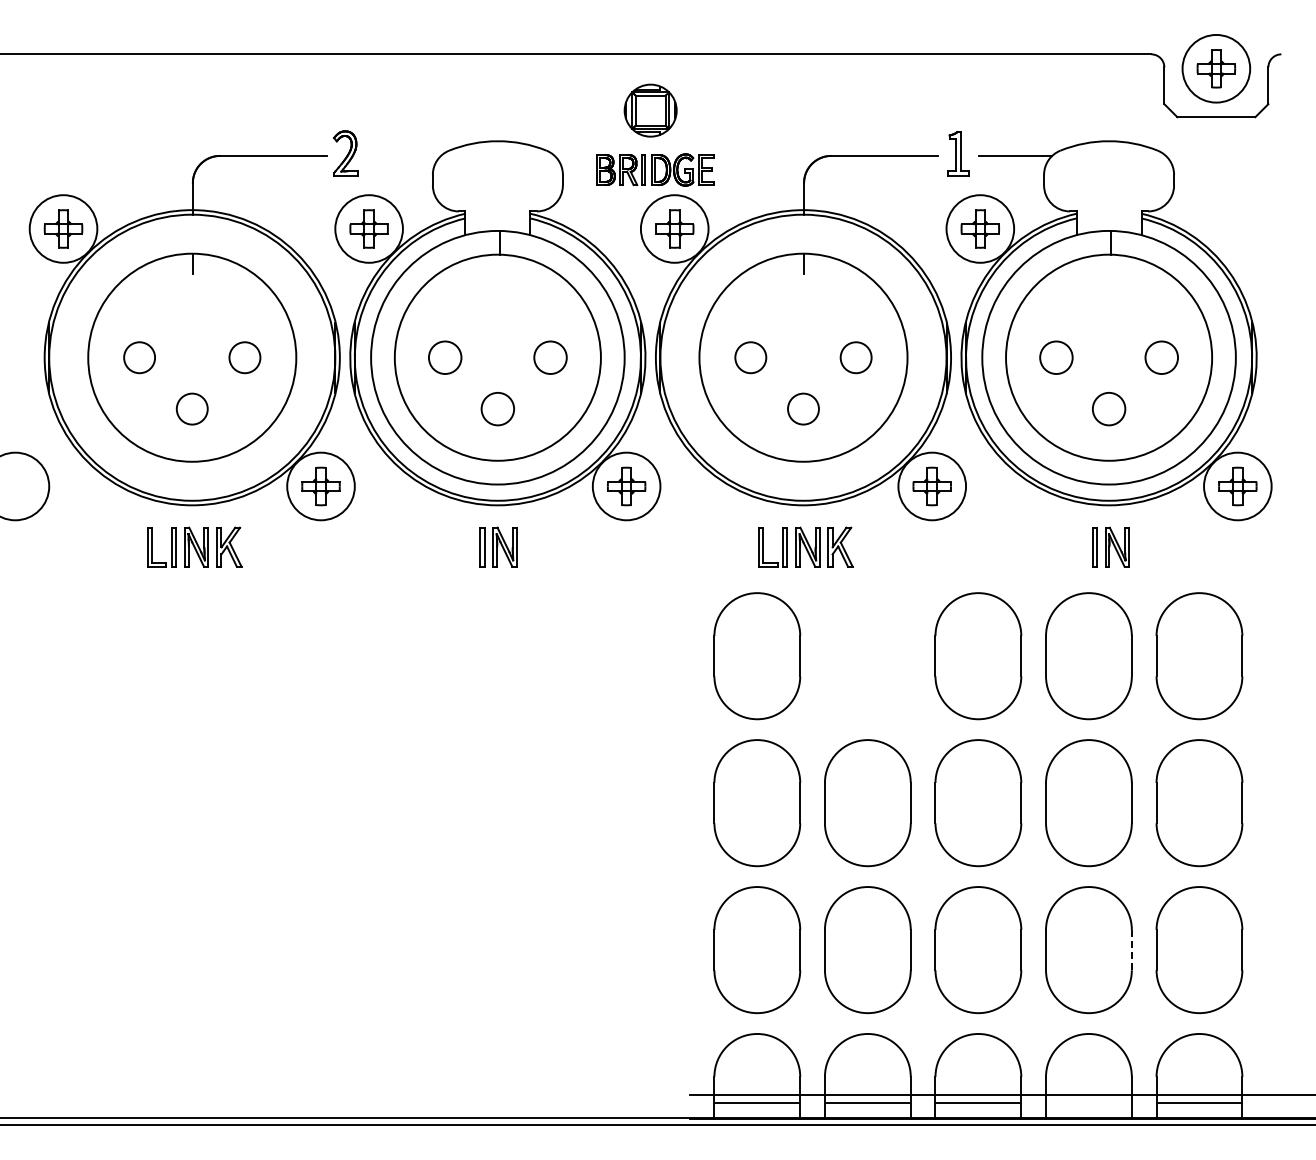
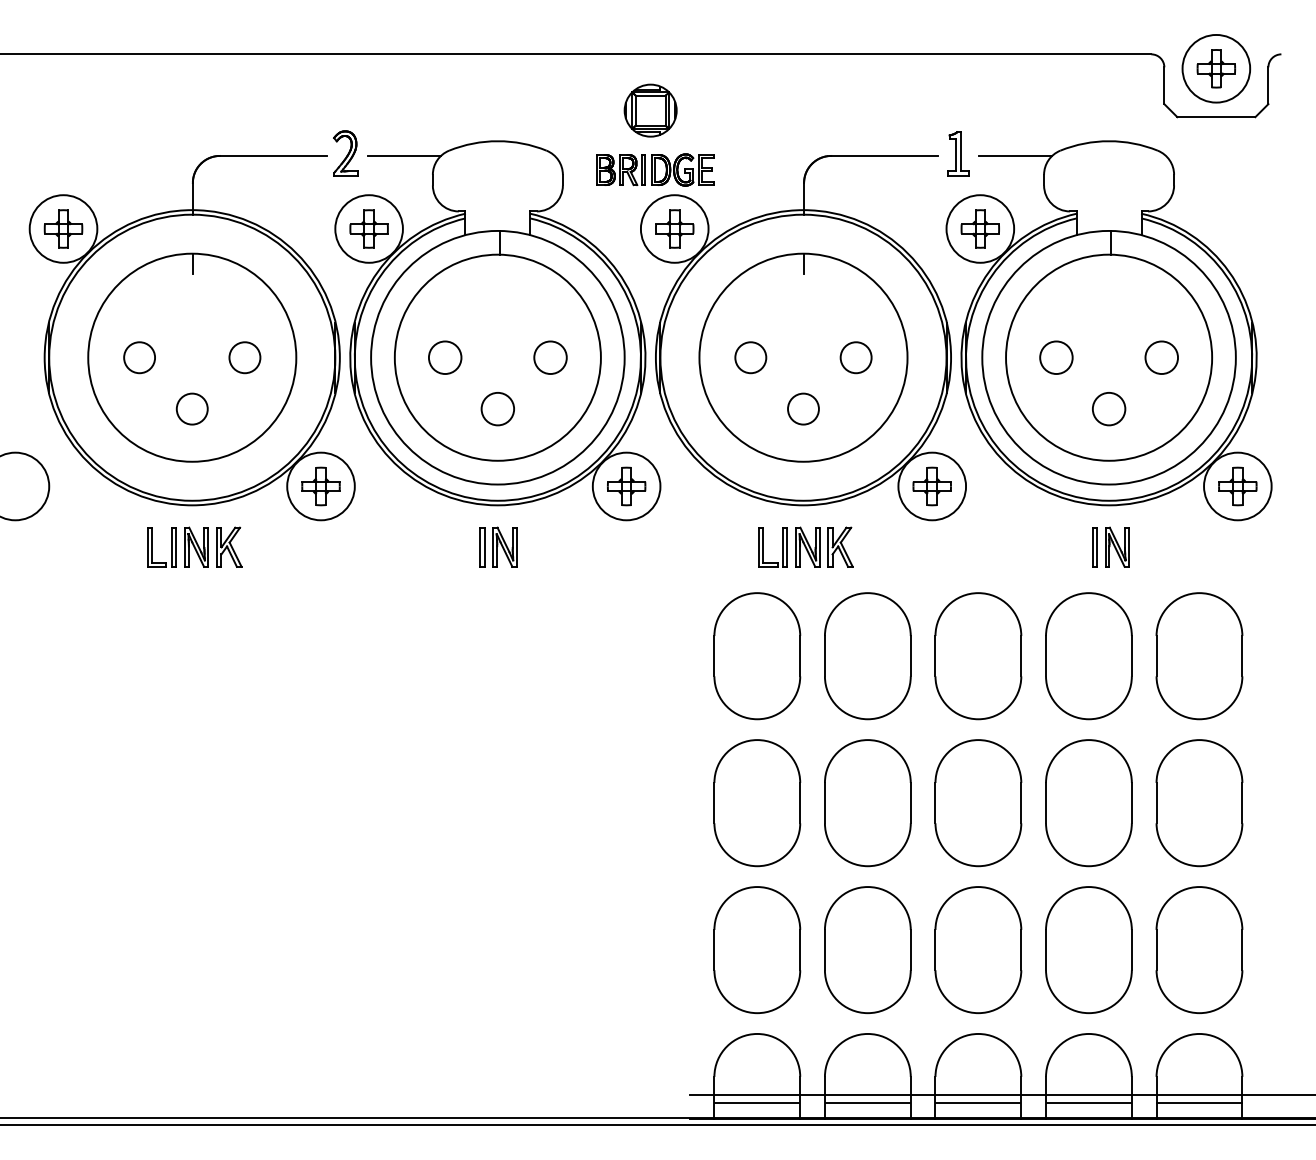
line at (404, 155): none -> present
part at (867, 656): none -> present
line at (1131, 950): dashed -> solid
line at (1088, 1102): none -> present
